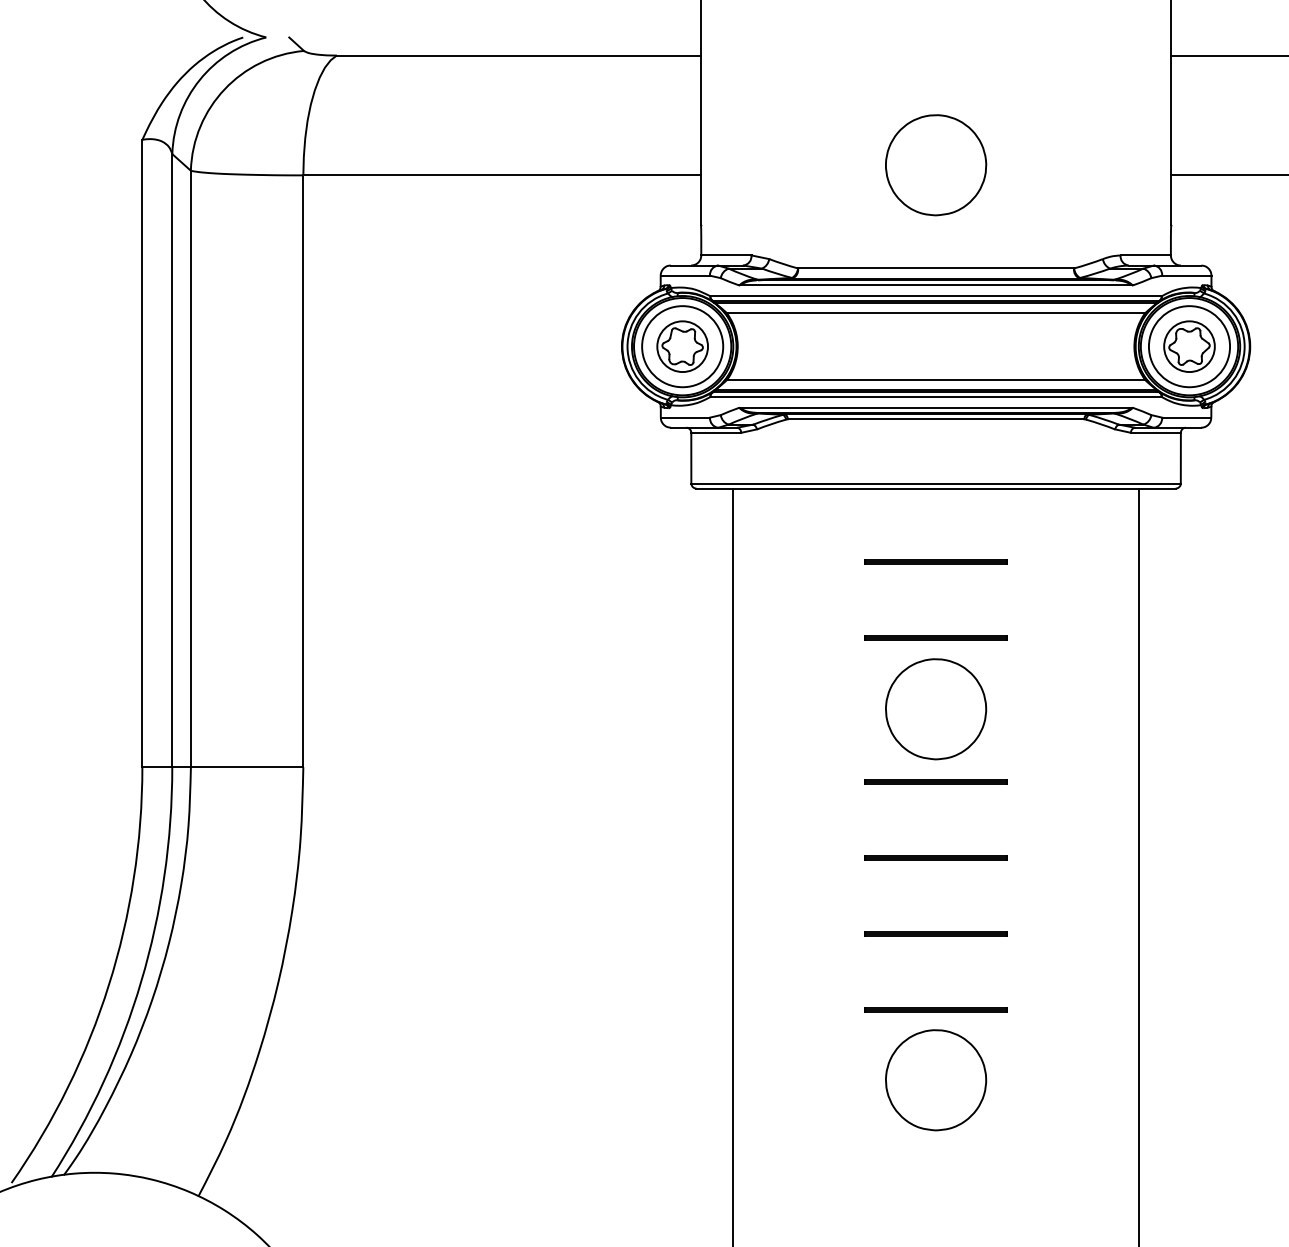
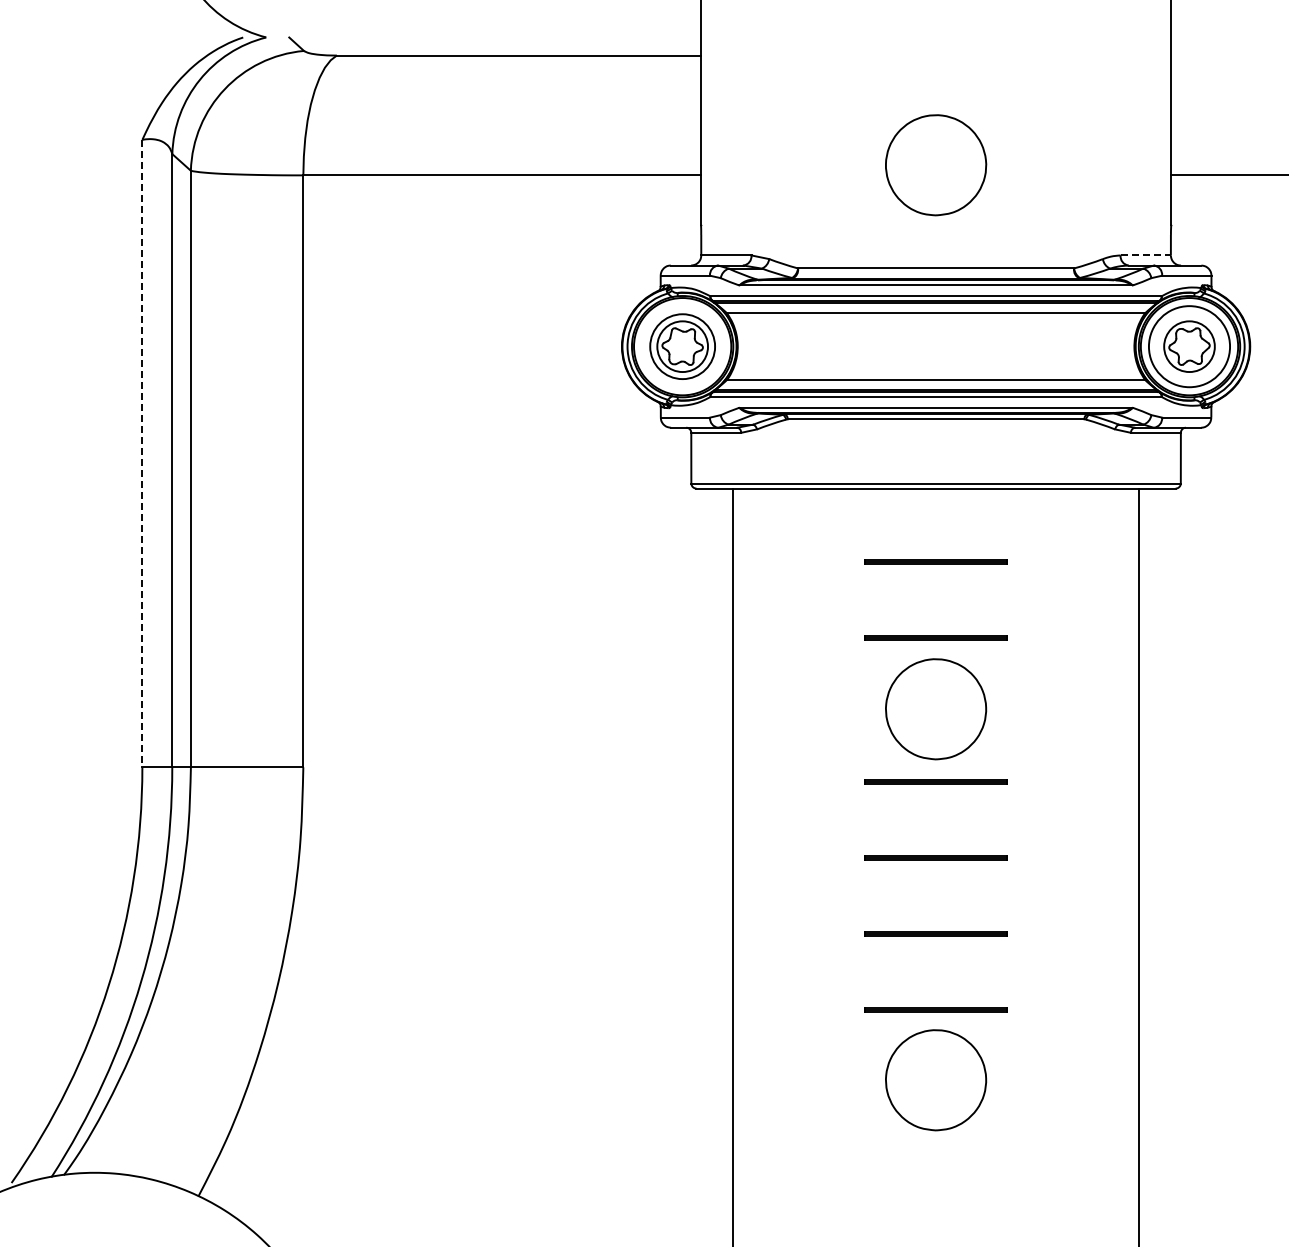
line at (1228, 55): present -> none
line at (1146, 255): solid -> dashed
circle at (682, 346) diameter: 81 px -> 65 px
line at (142, 453): solid -> dashed
